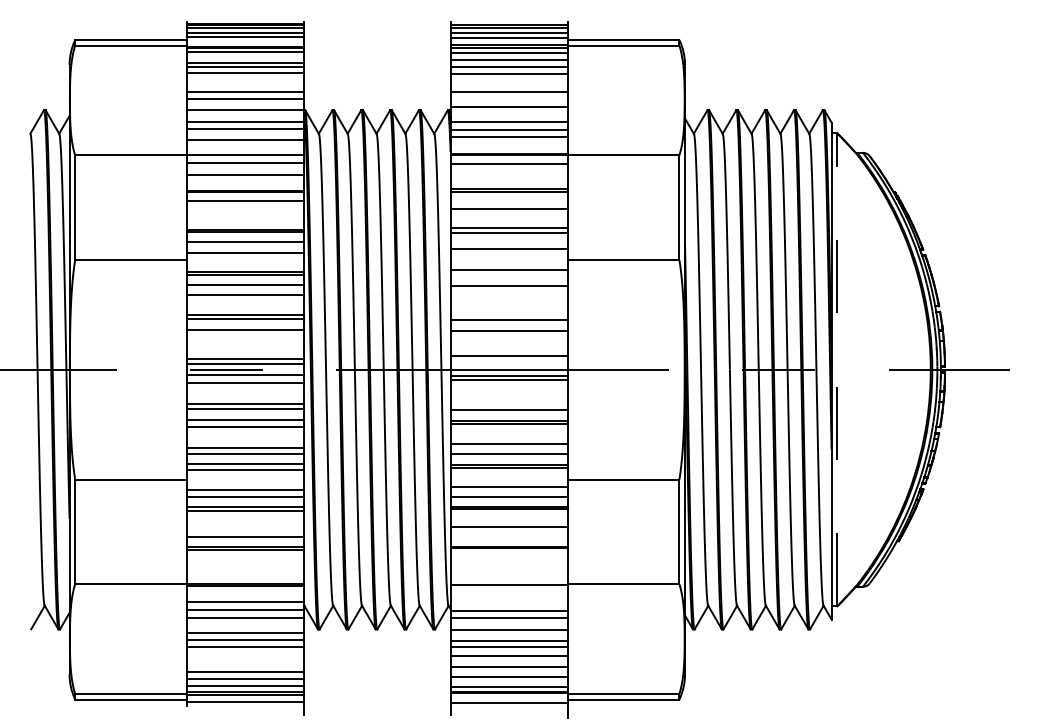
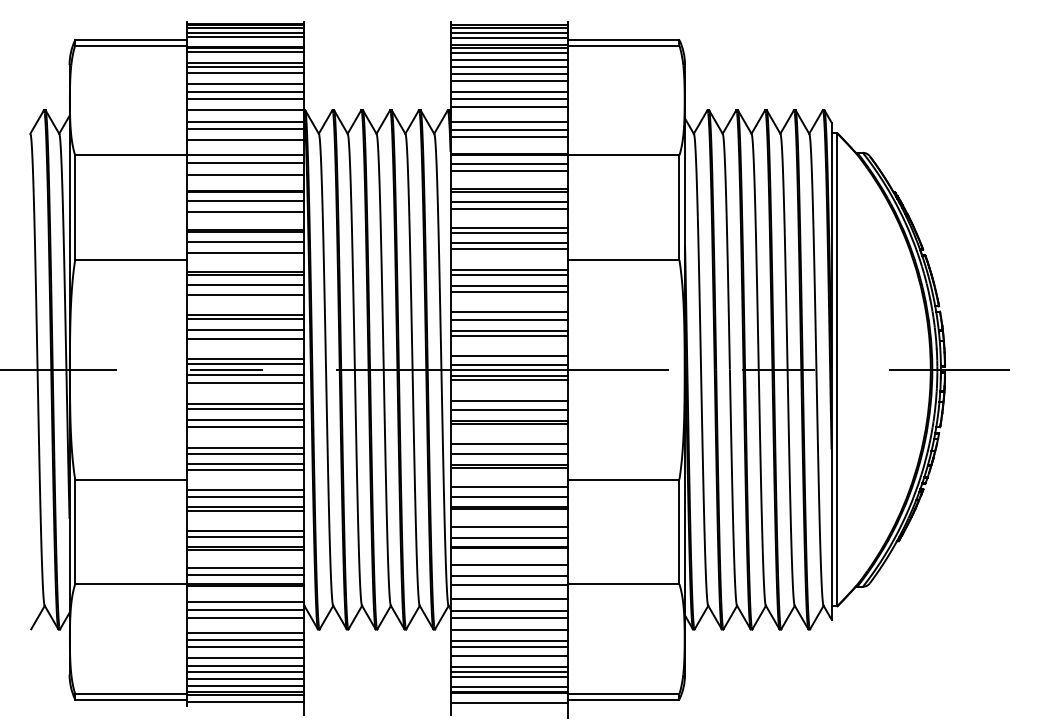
line at (508, 81): none -> present
line at (245, 83): none -> present
line at (508, 99): none -> present
line at (508, 171): none -> present
line at (508, 202): none -> present
line at (245, 212): none -> present
line at (508, 243): none -> present
line at (508, 275): none -> present
line at (508, 291): none -> present
line at (508, 312): none -> present
line at (508, 335): none -> present
line at (245, 338): none -> present
line at (508, 364): none -> present
line at (837, 369): dashed -> solid
line at (508, 400): none -> present
line at (245, 530): none -> present
line at (508, 538): none -> present
line at (508, 564): none -> present
line at (245, 568): none -> present
line at (245, 575): none -> present
line at (508, 576): none -> present
line at (508, 599): none -> present
line at (245, 658): none -> present
line at (245, 665): none -> present
line at (508, 672): none -> present
